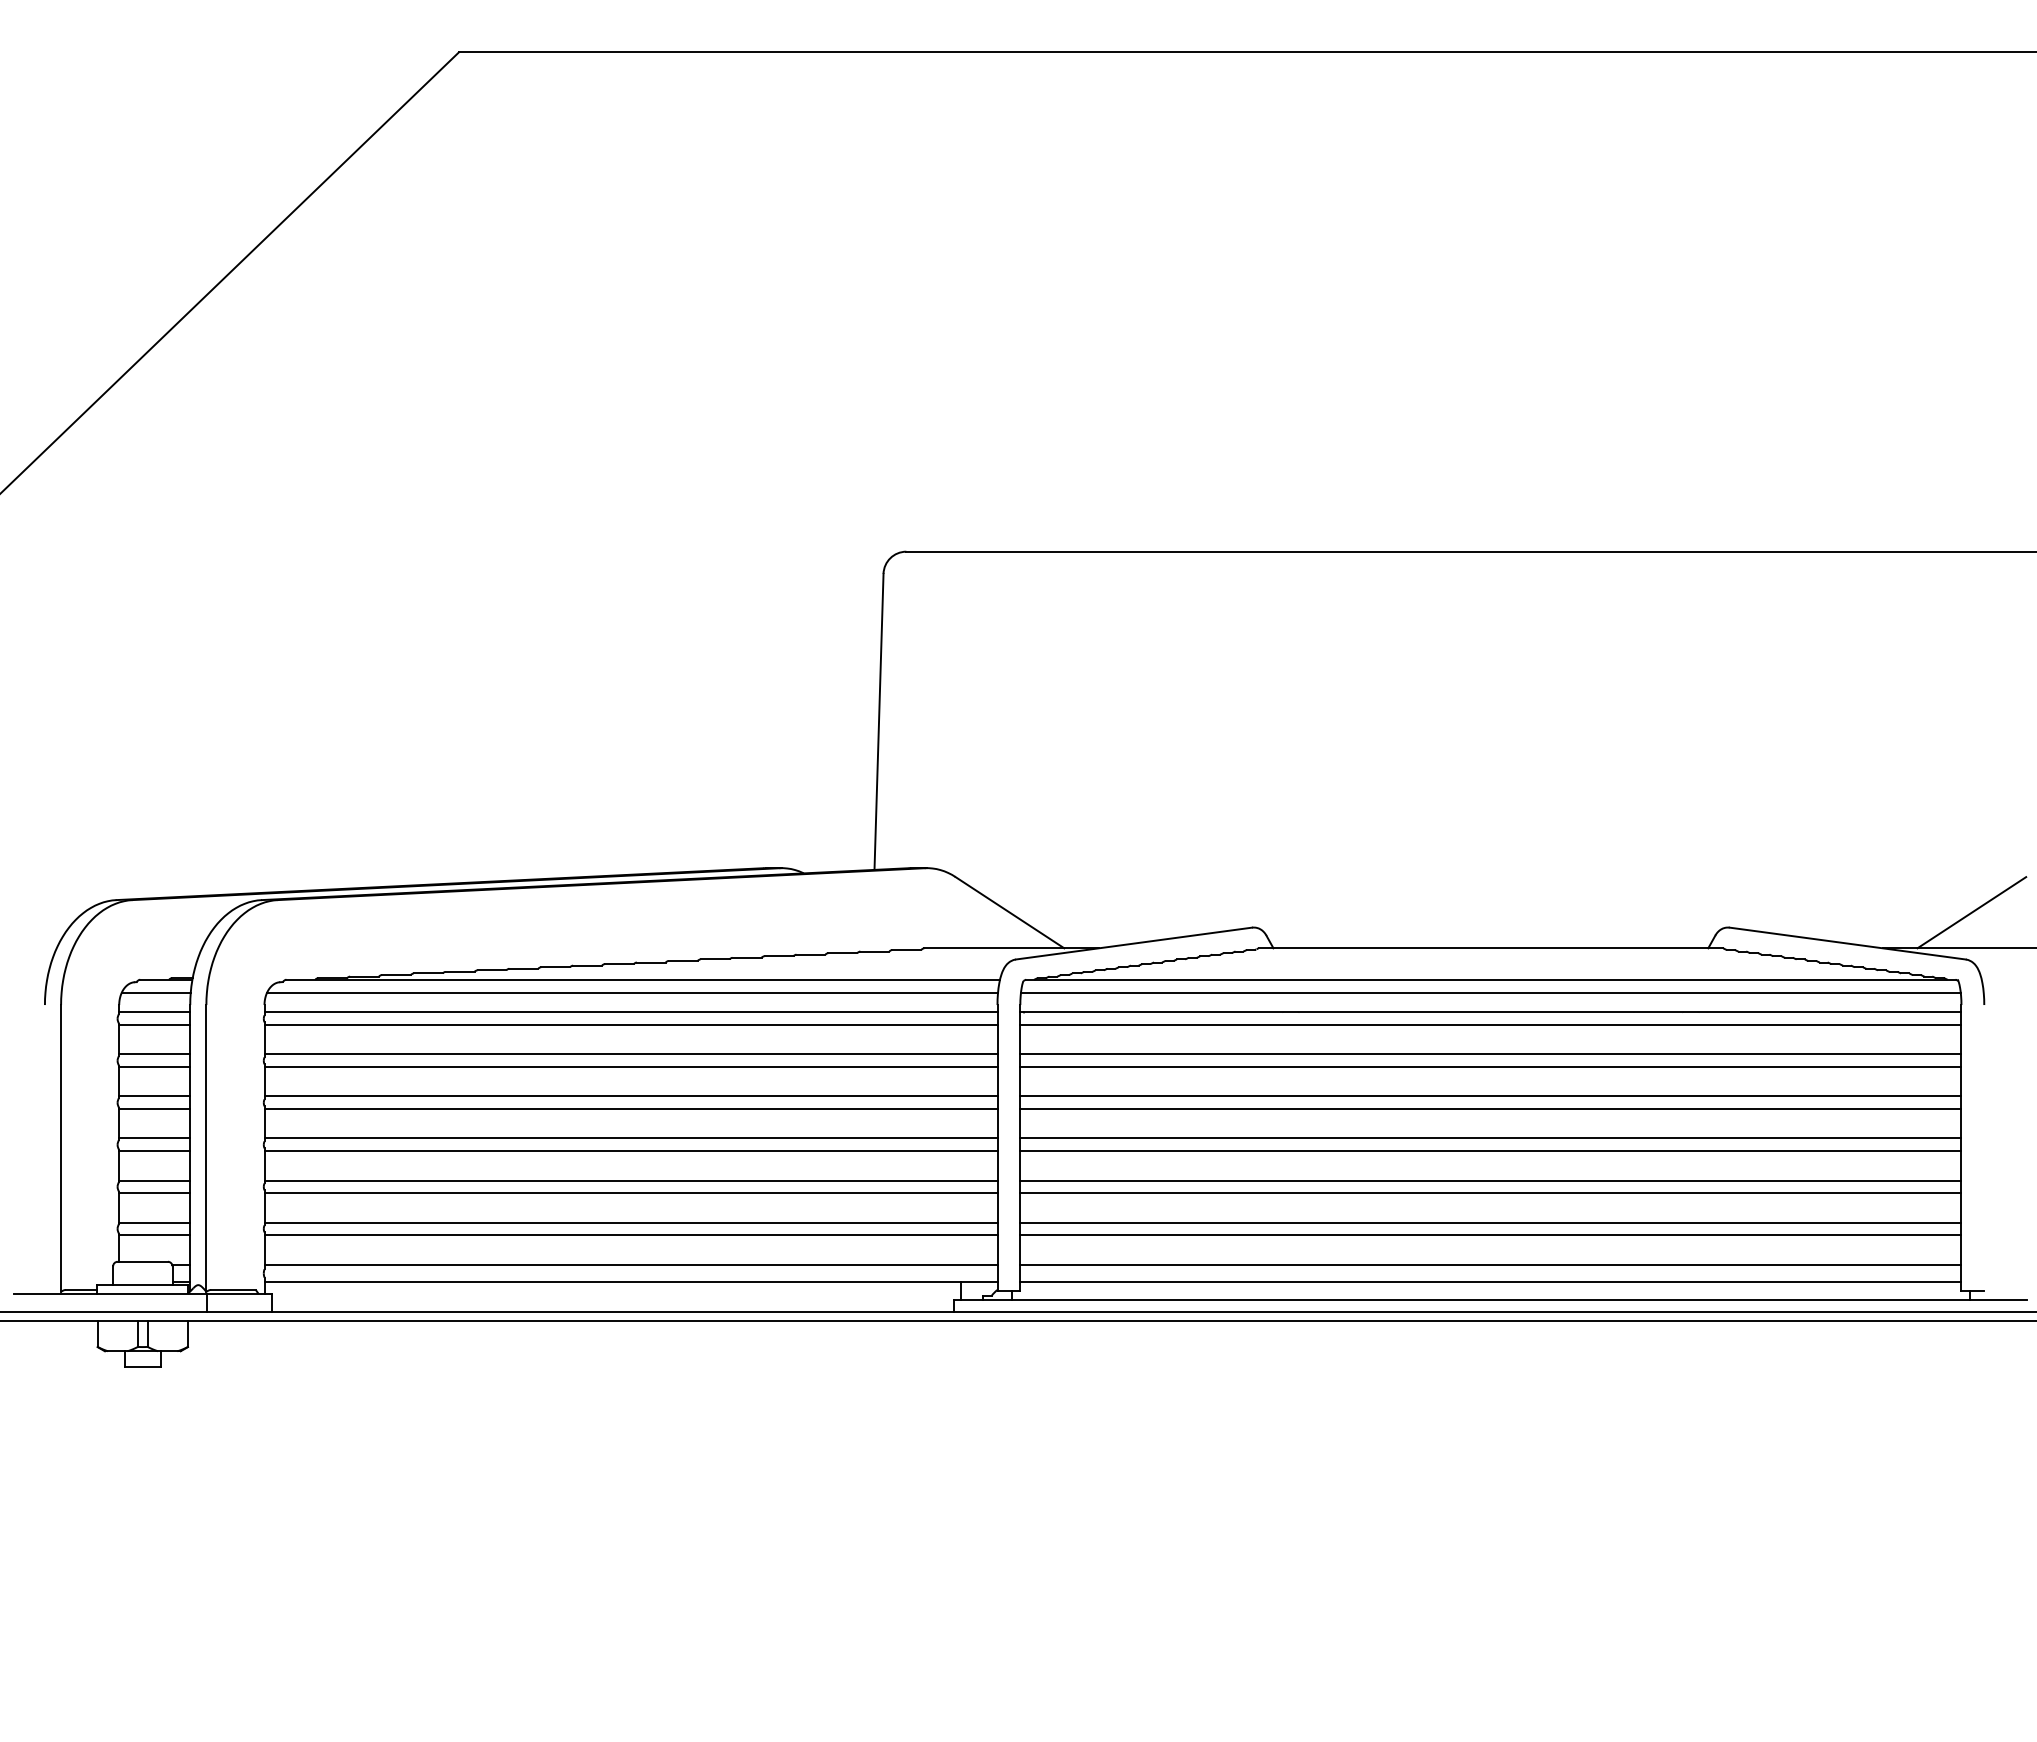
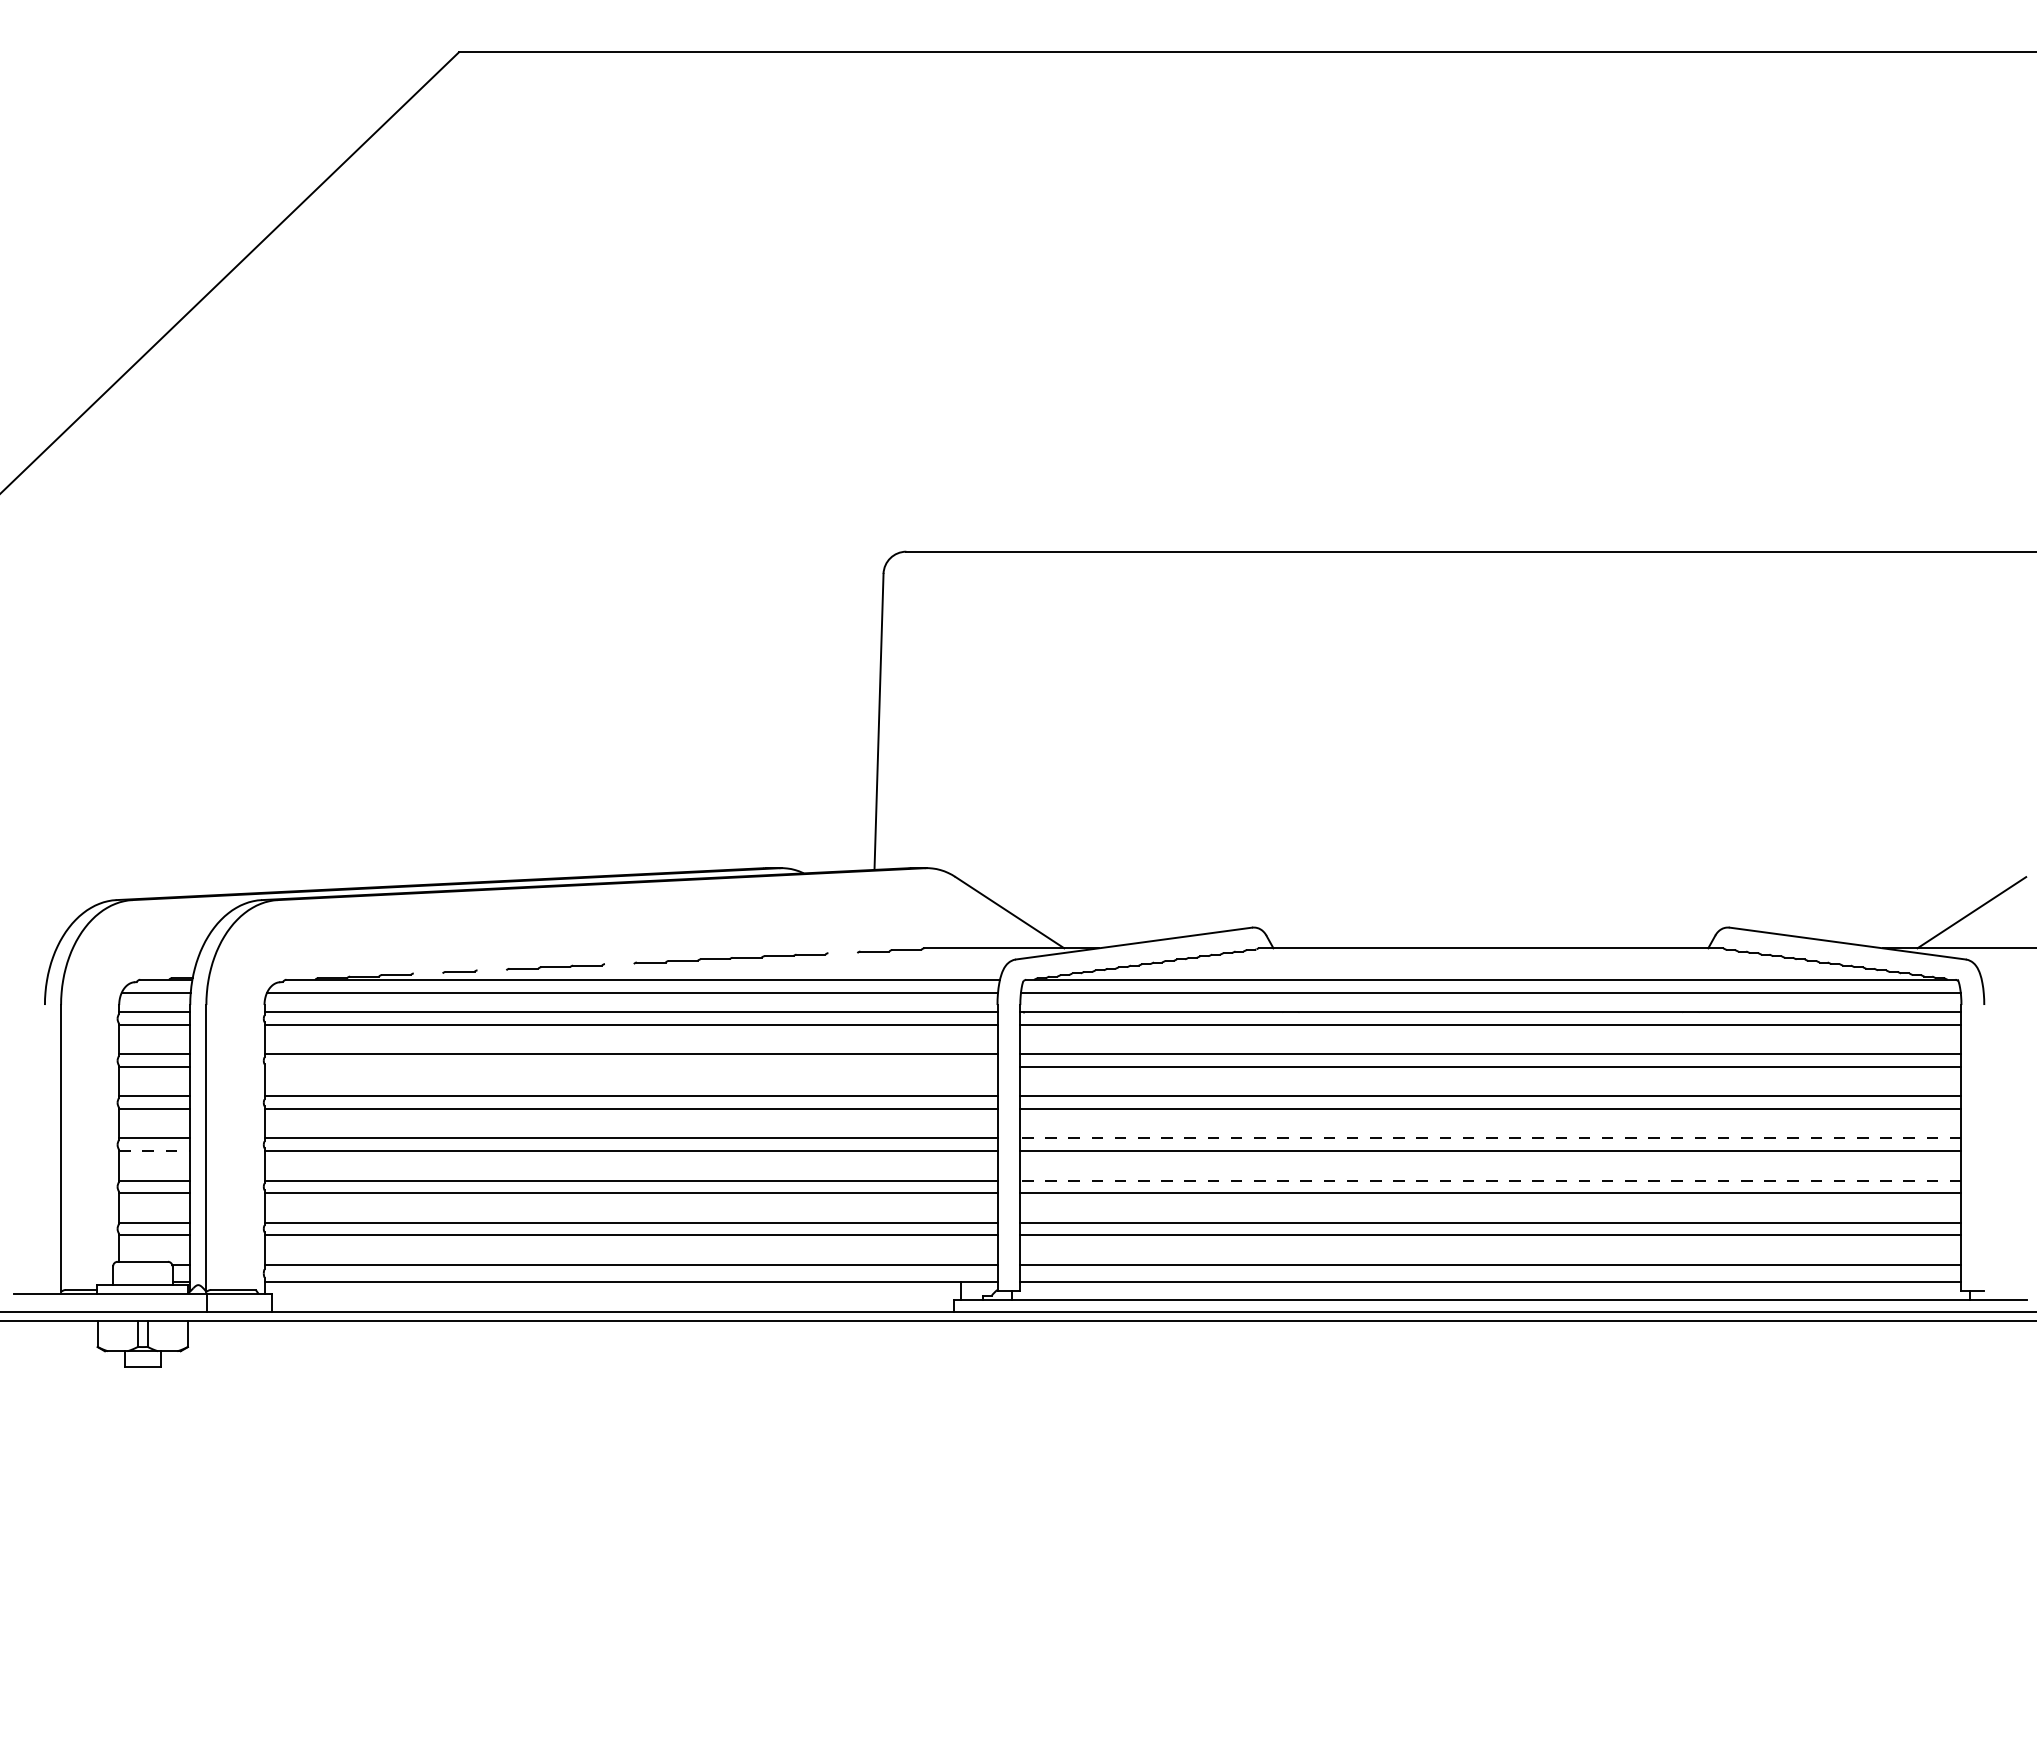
line at (842, 953): present -> none
line at (619, 964): present -> none
line at (491, 970): present -> none
line at (427, 973): present -> none
line at (630, 1067): present -> none
line at (1490, 1138): solid -> dashed
line at (154, 1151): solid -> dashed
line at (1490, 1180): solid -> dashed
